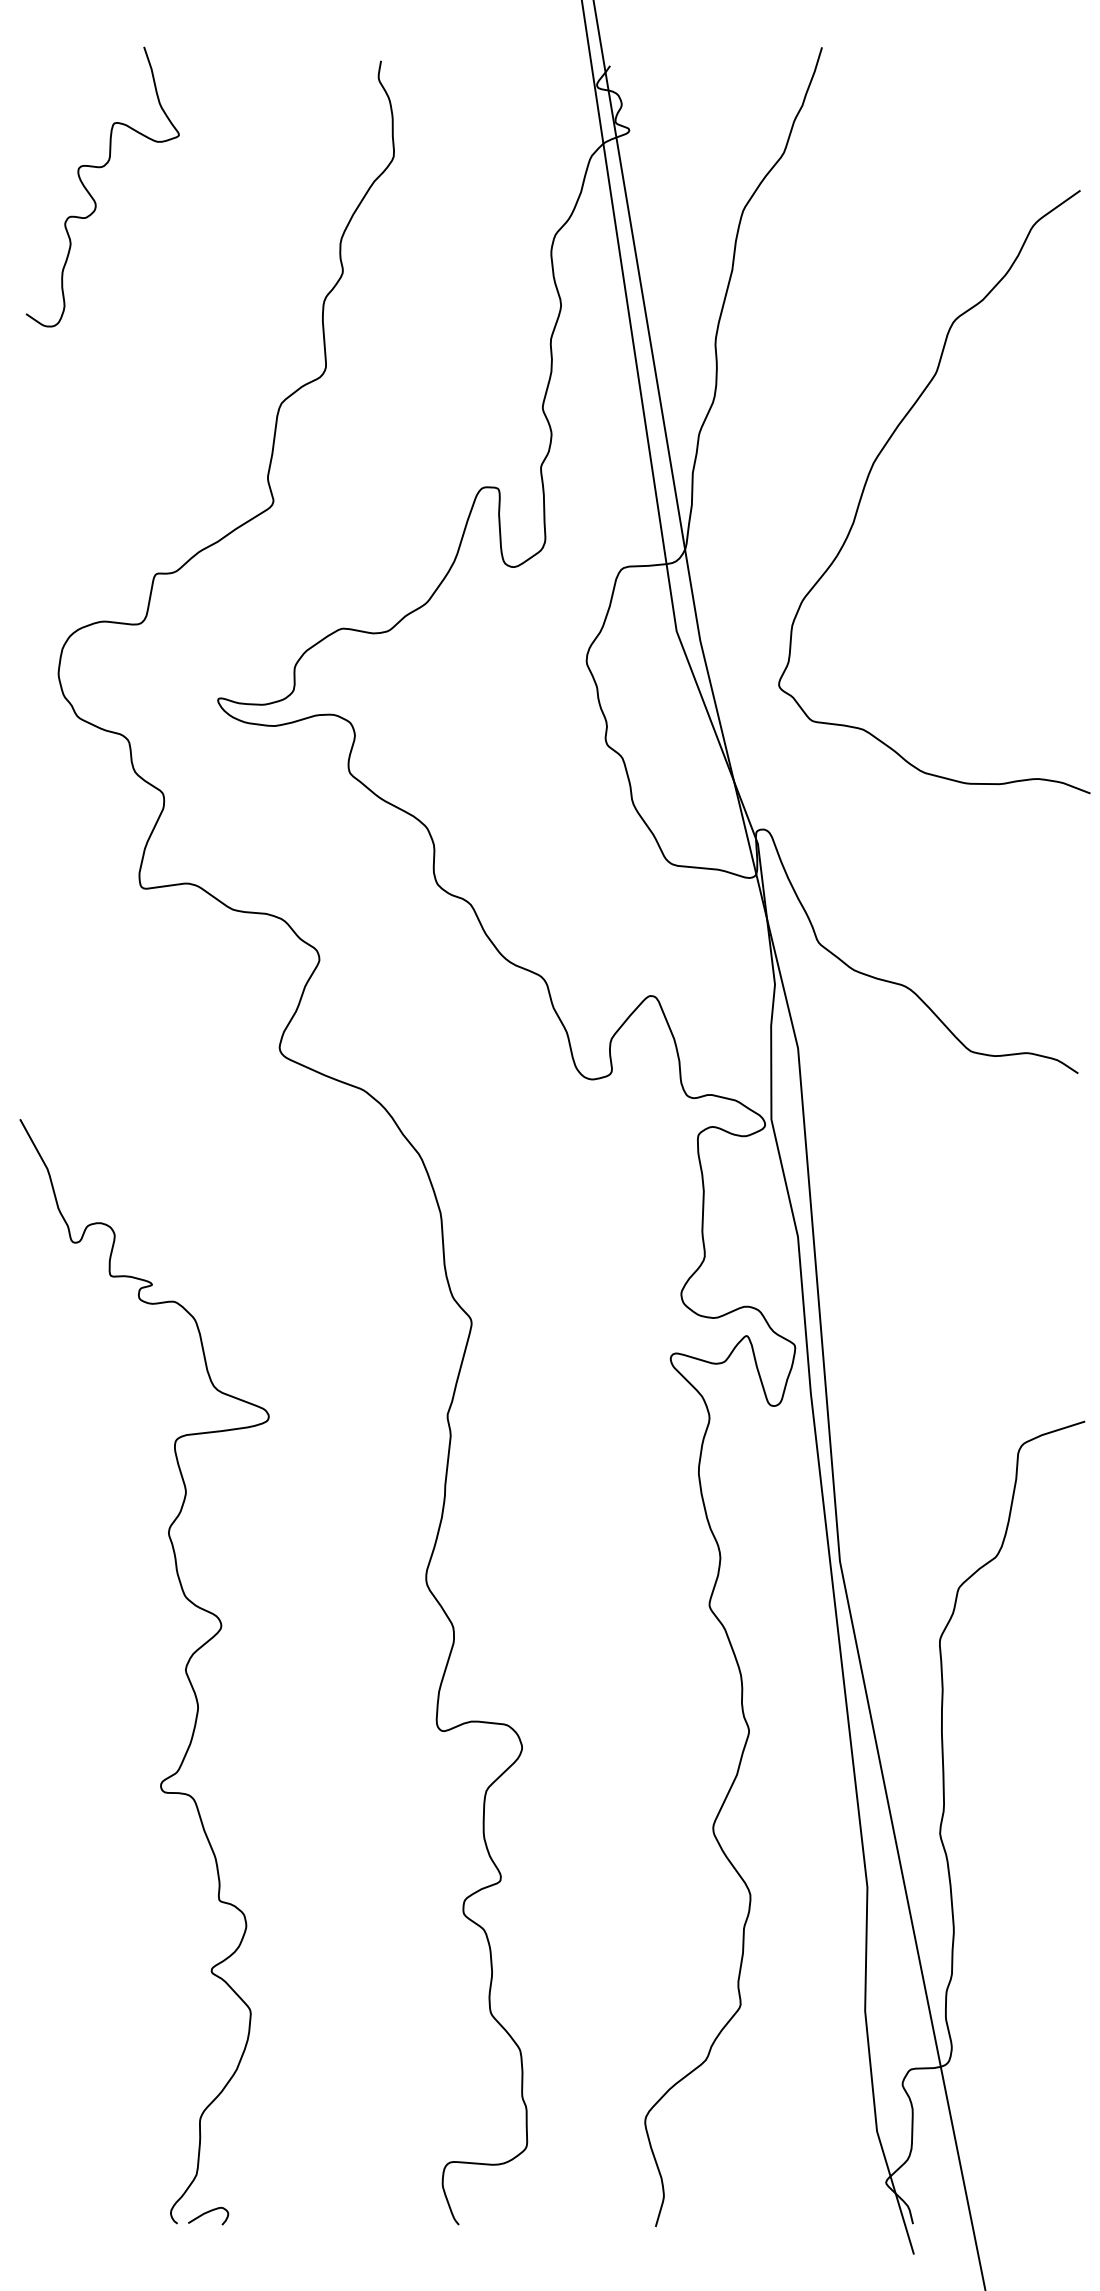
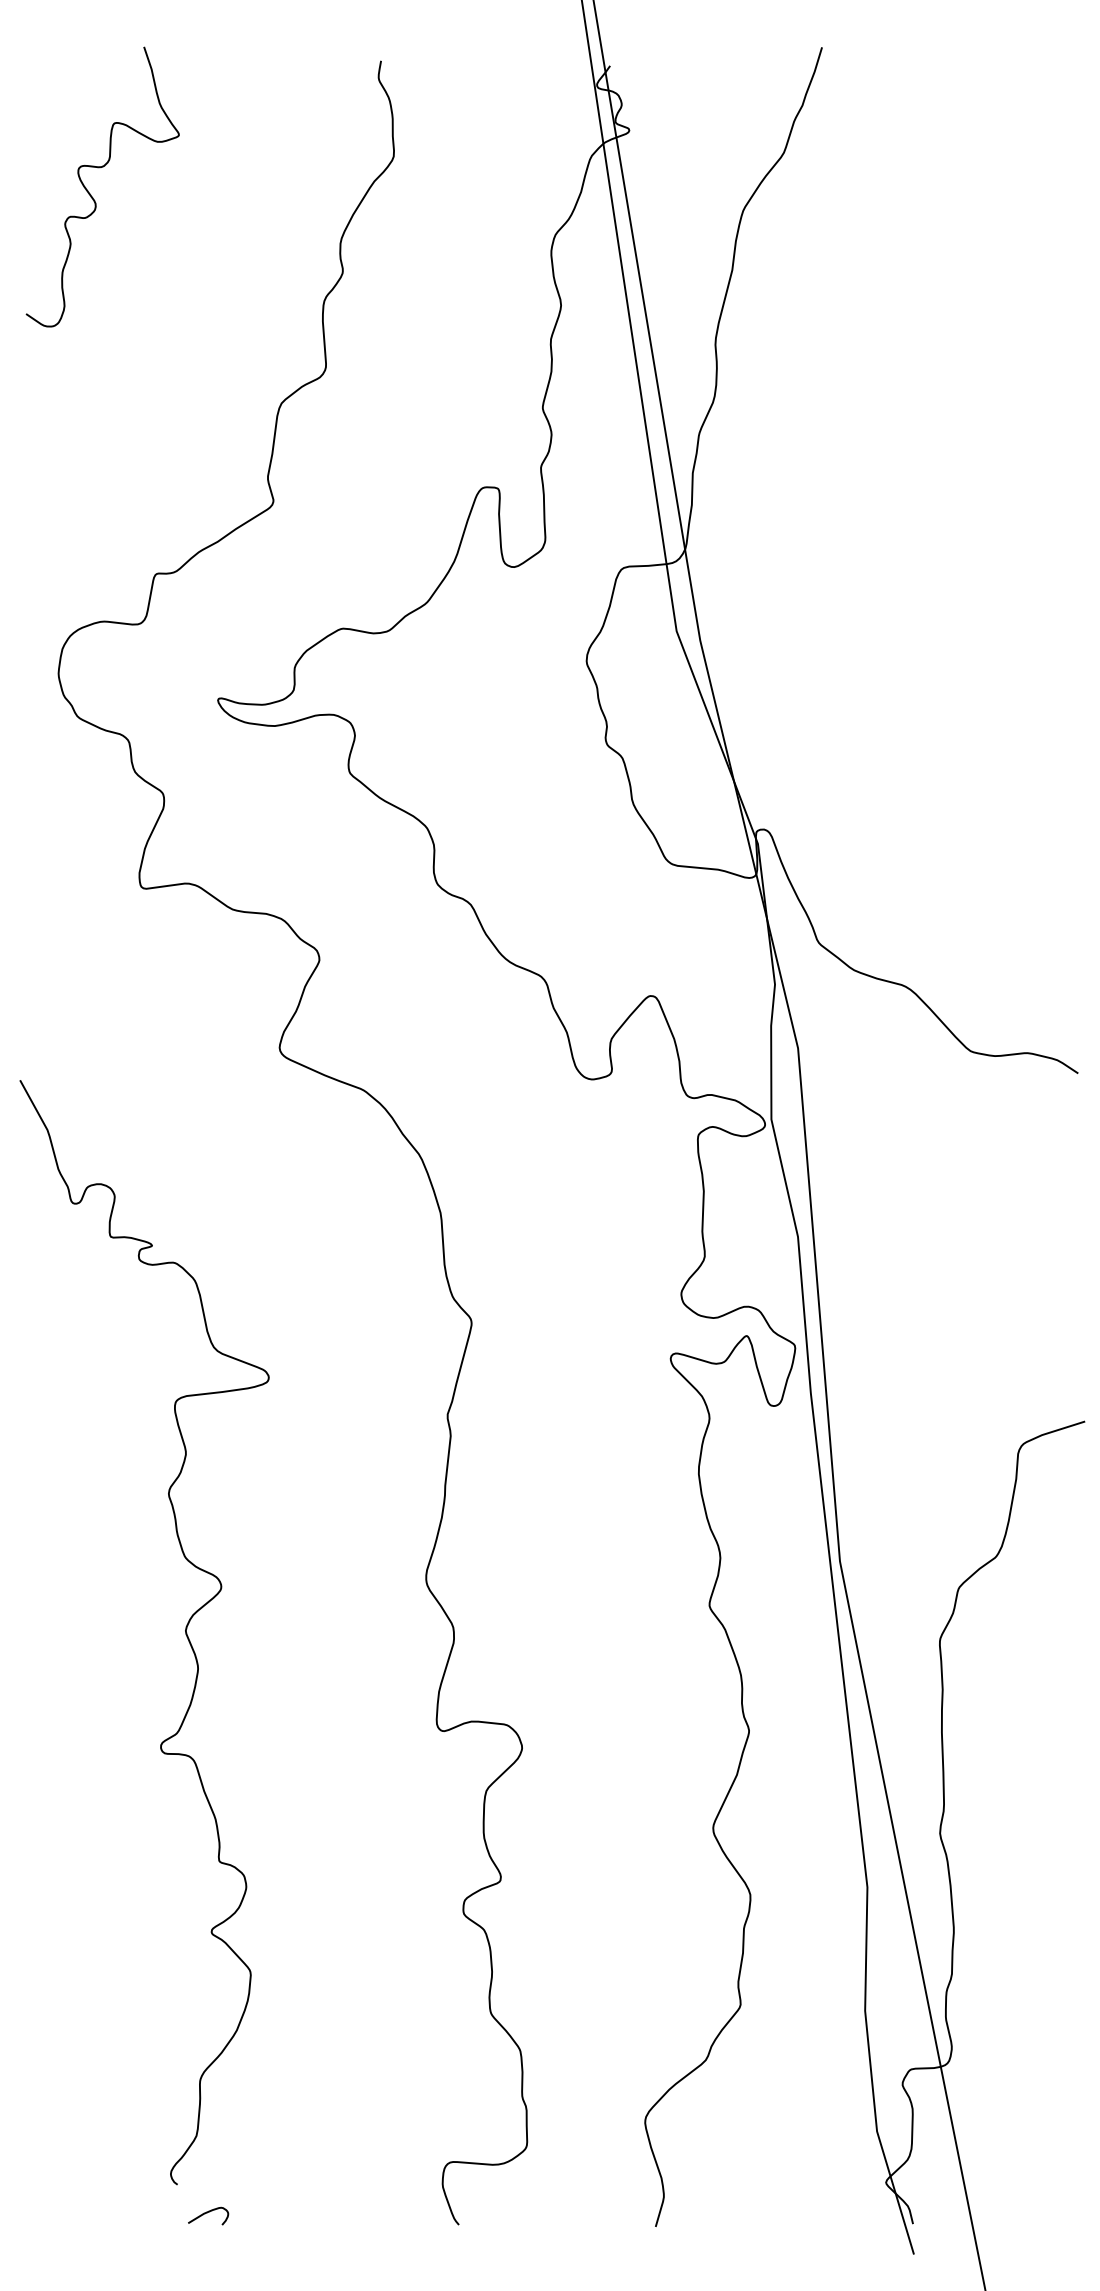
curve at (880, 454): present -> none
curve at (185, 1671) position: (185, 1671) -> (185, 1632)
